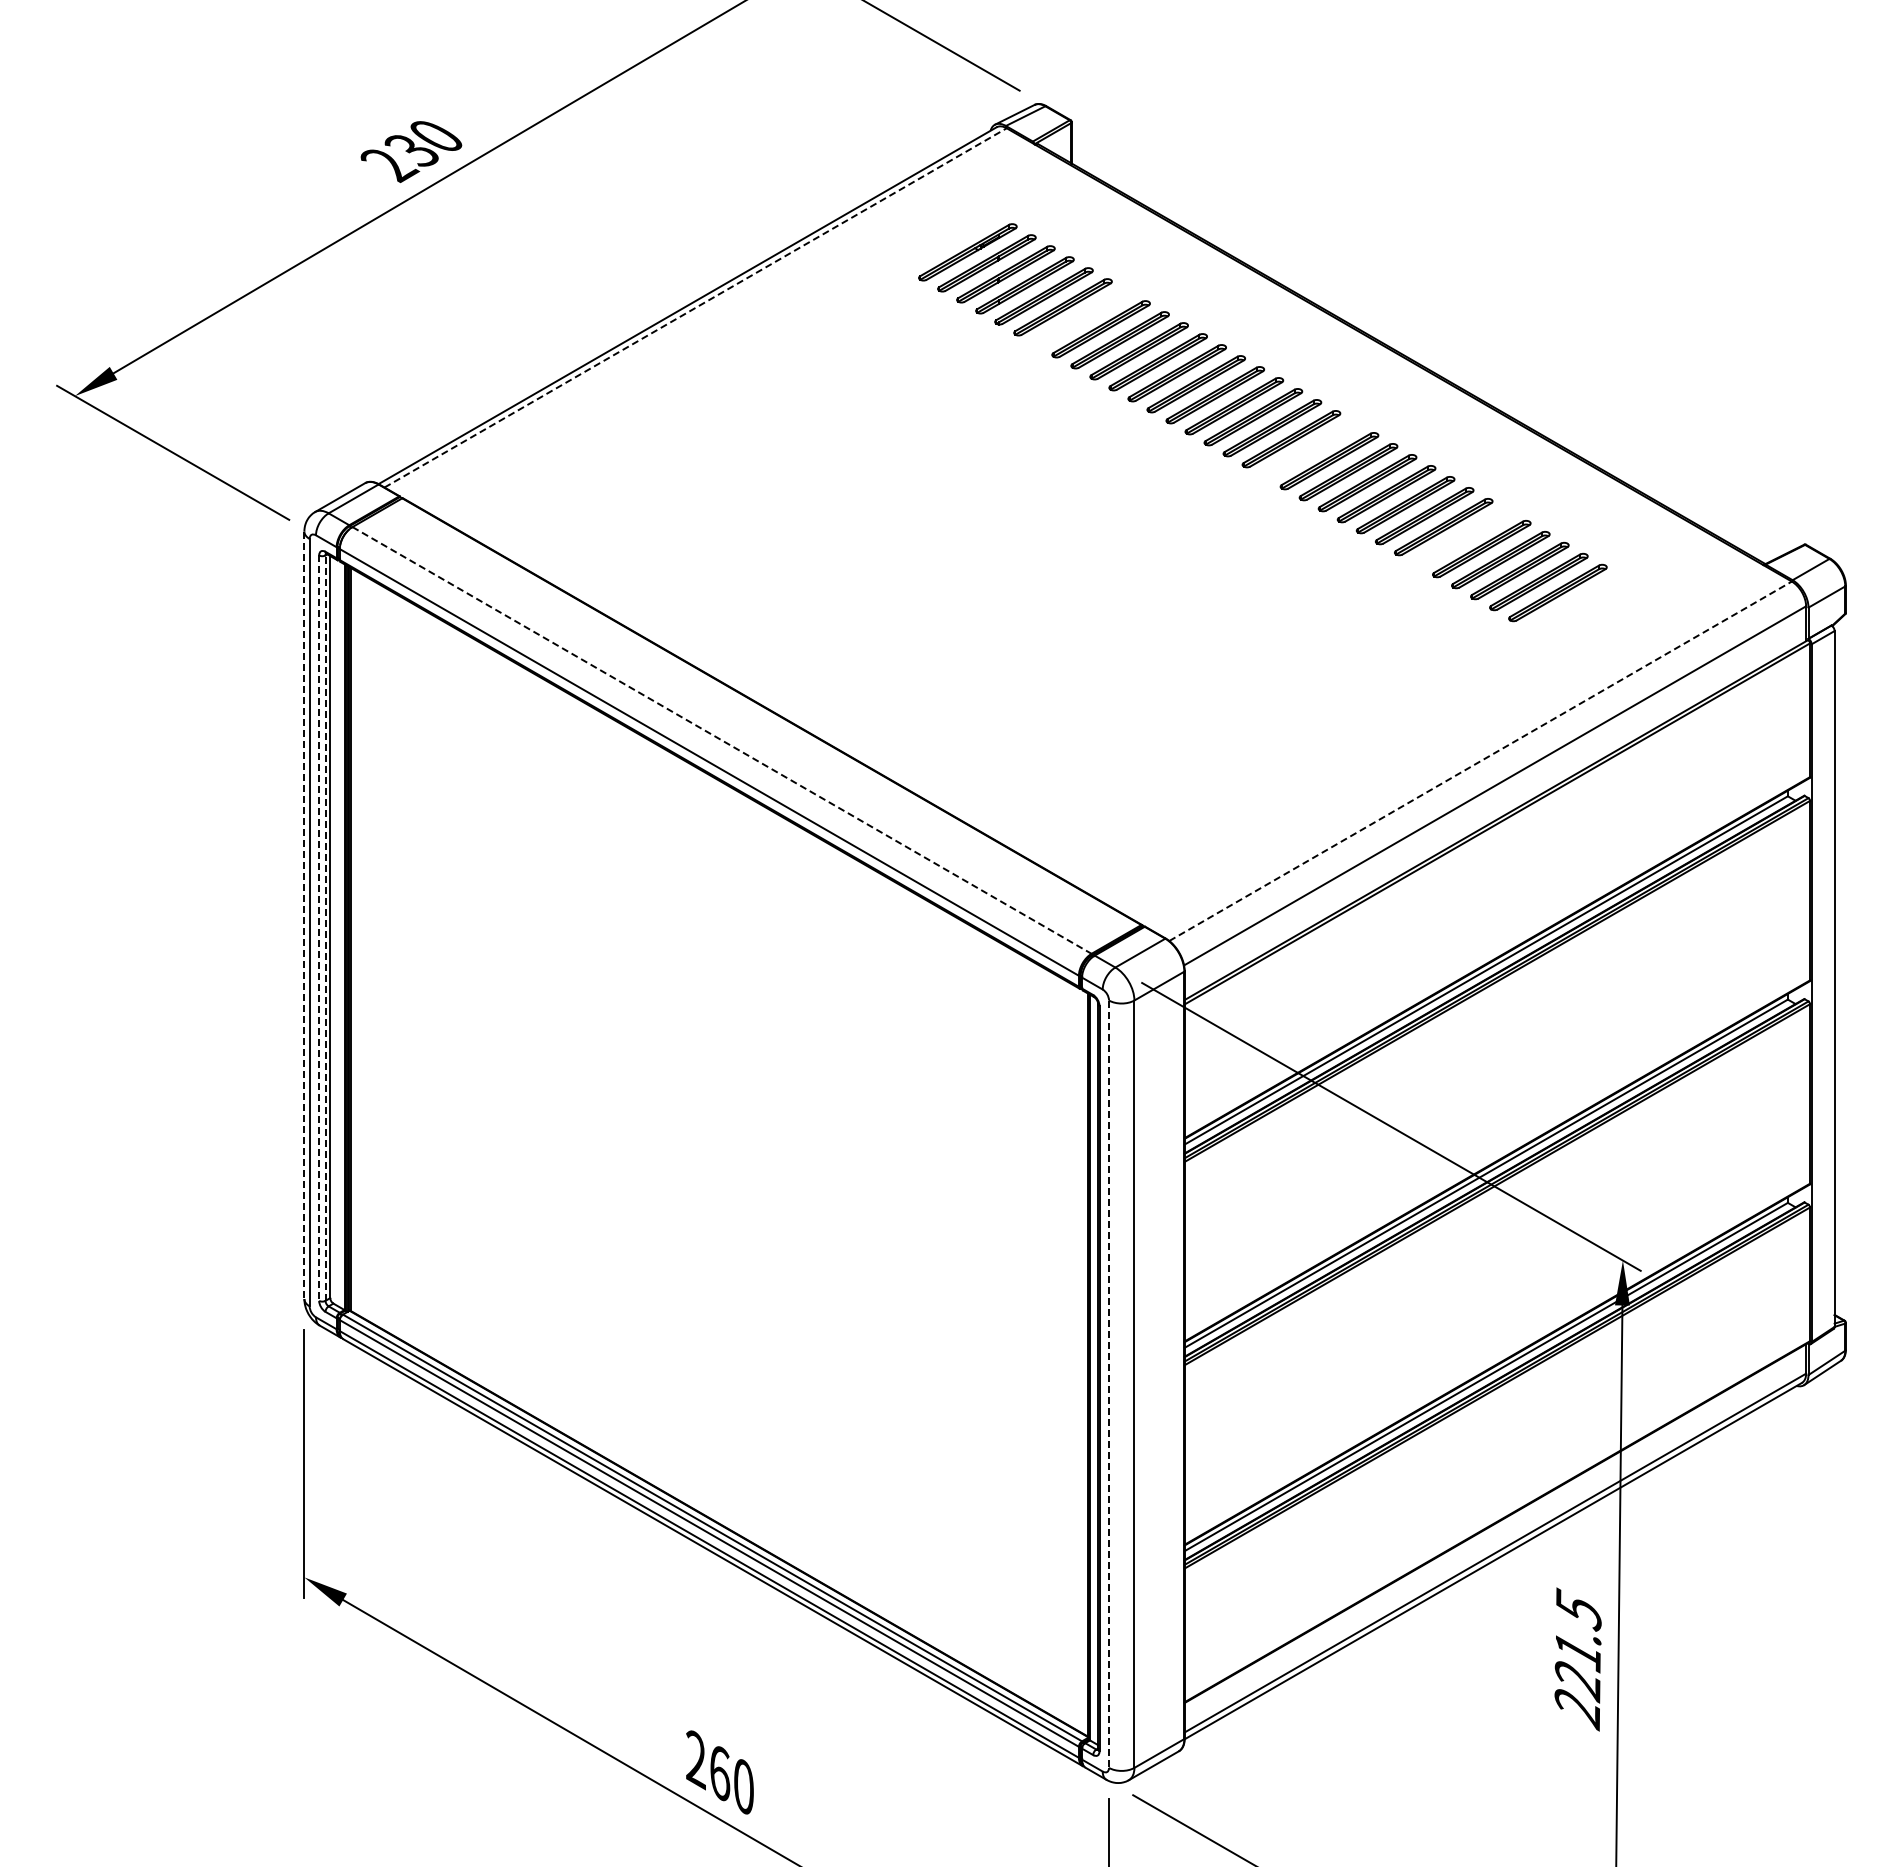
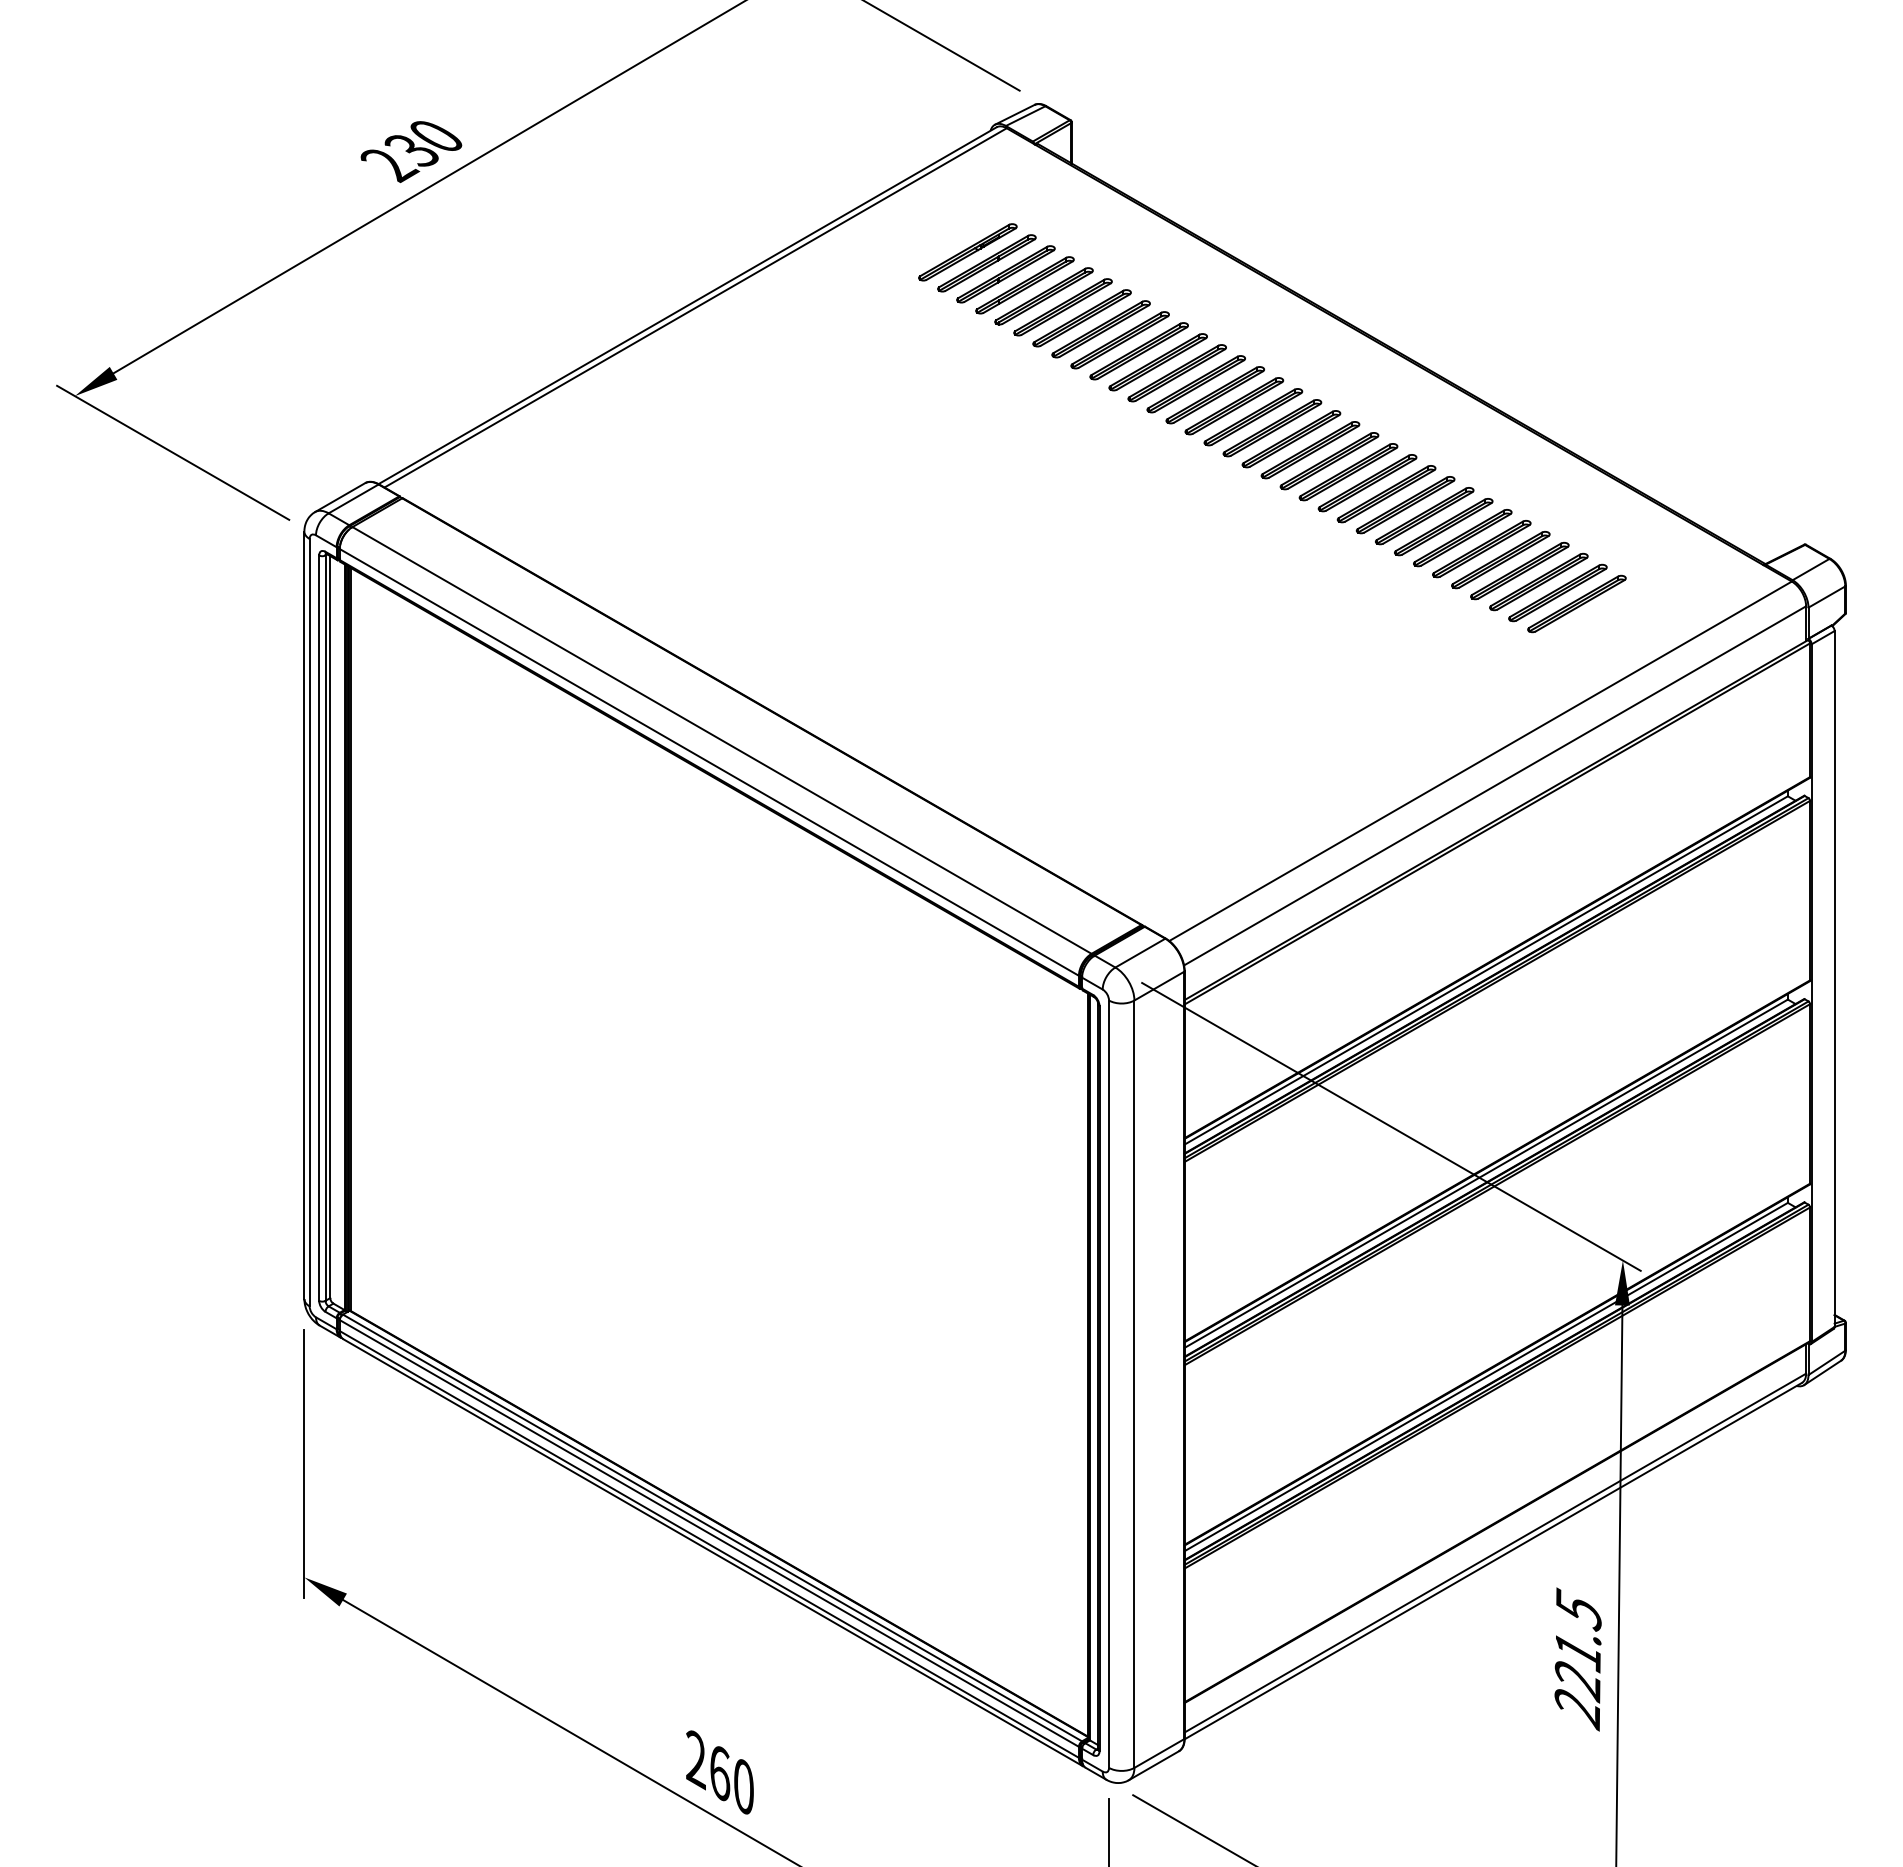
line at (696, 307): dashed -> solid
part at (1081, 318): none -> present
part at (1310, 450): none -> present
part at (1462, 538): none -> present
part at (1576, 603): none -> present
line at (722, 740): dashed -> solid
line at (1481, 761): dashed -> solid
line at (304, 915): dashed -> solid
line at (319, 928): dashed -> solid
line at (325, 928): dashed -> solid
line at (1109, 1384): dashed -> solid
